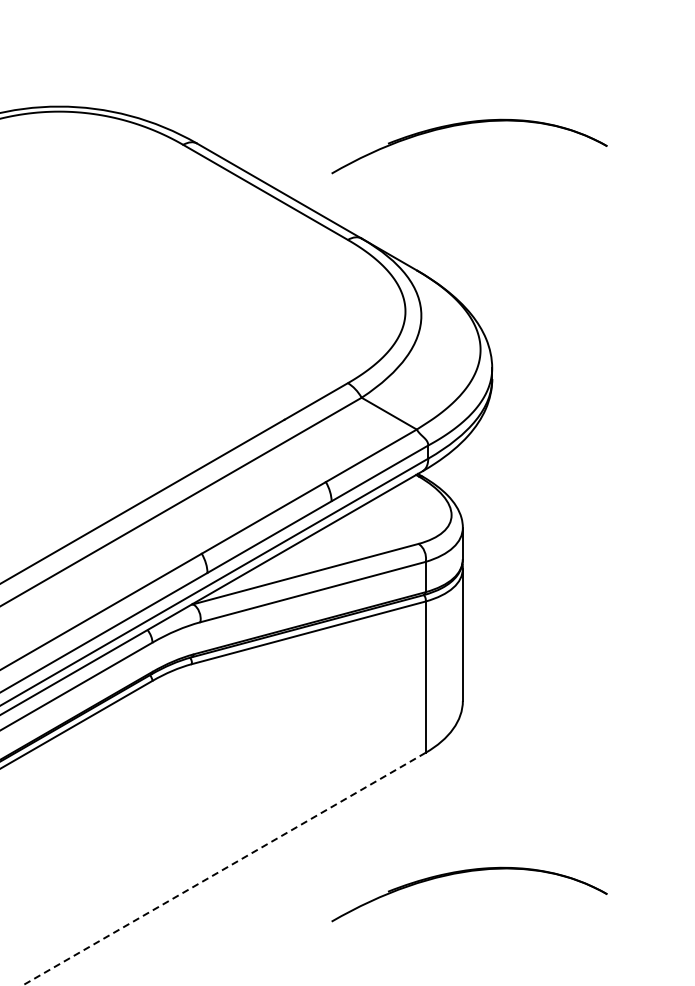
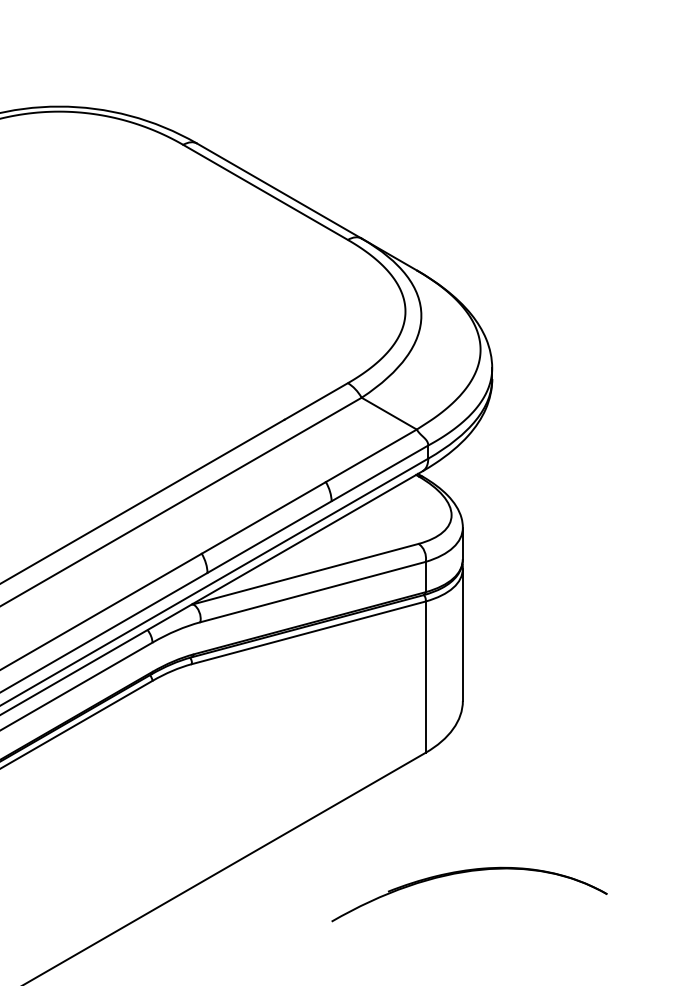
part at (463, 125): present -> none
line at (223, 869): dashed -> solid
